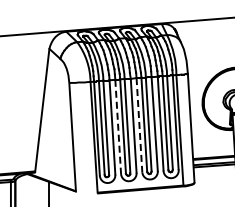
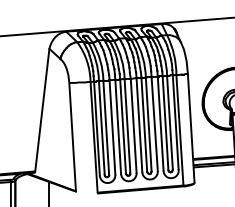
line at (139, 125): dashed -> solid
line at (118, 127): dashed -> solid
